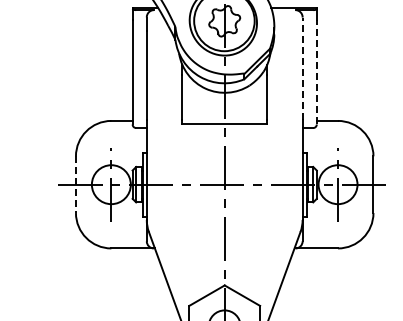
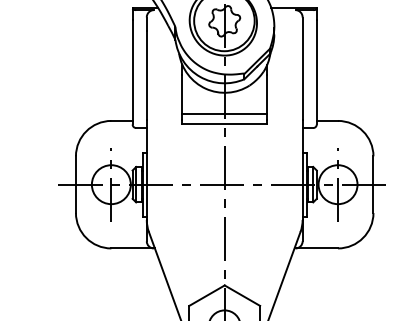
line at (302, 68): dashed -> solid
line at (316, 71): dashed -> solid
line at (224, 113): none -> present
line at (75, 185): dashed -> solid
